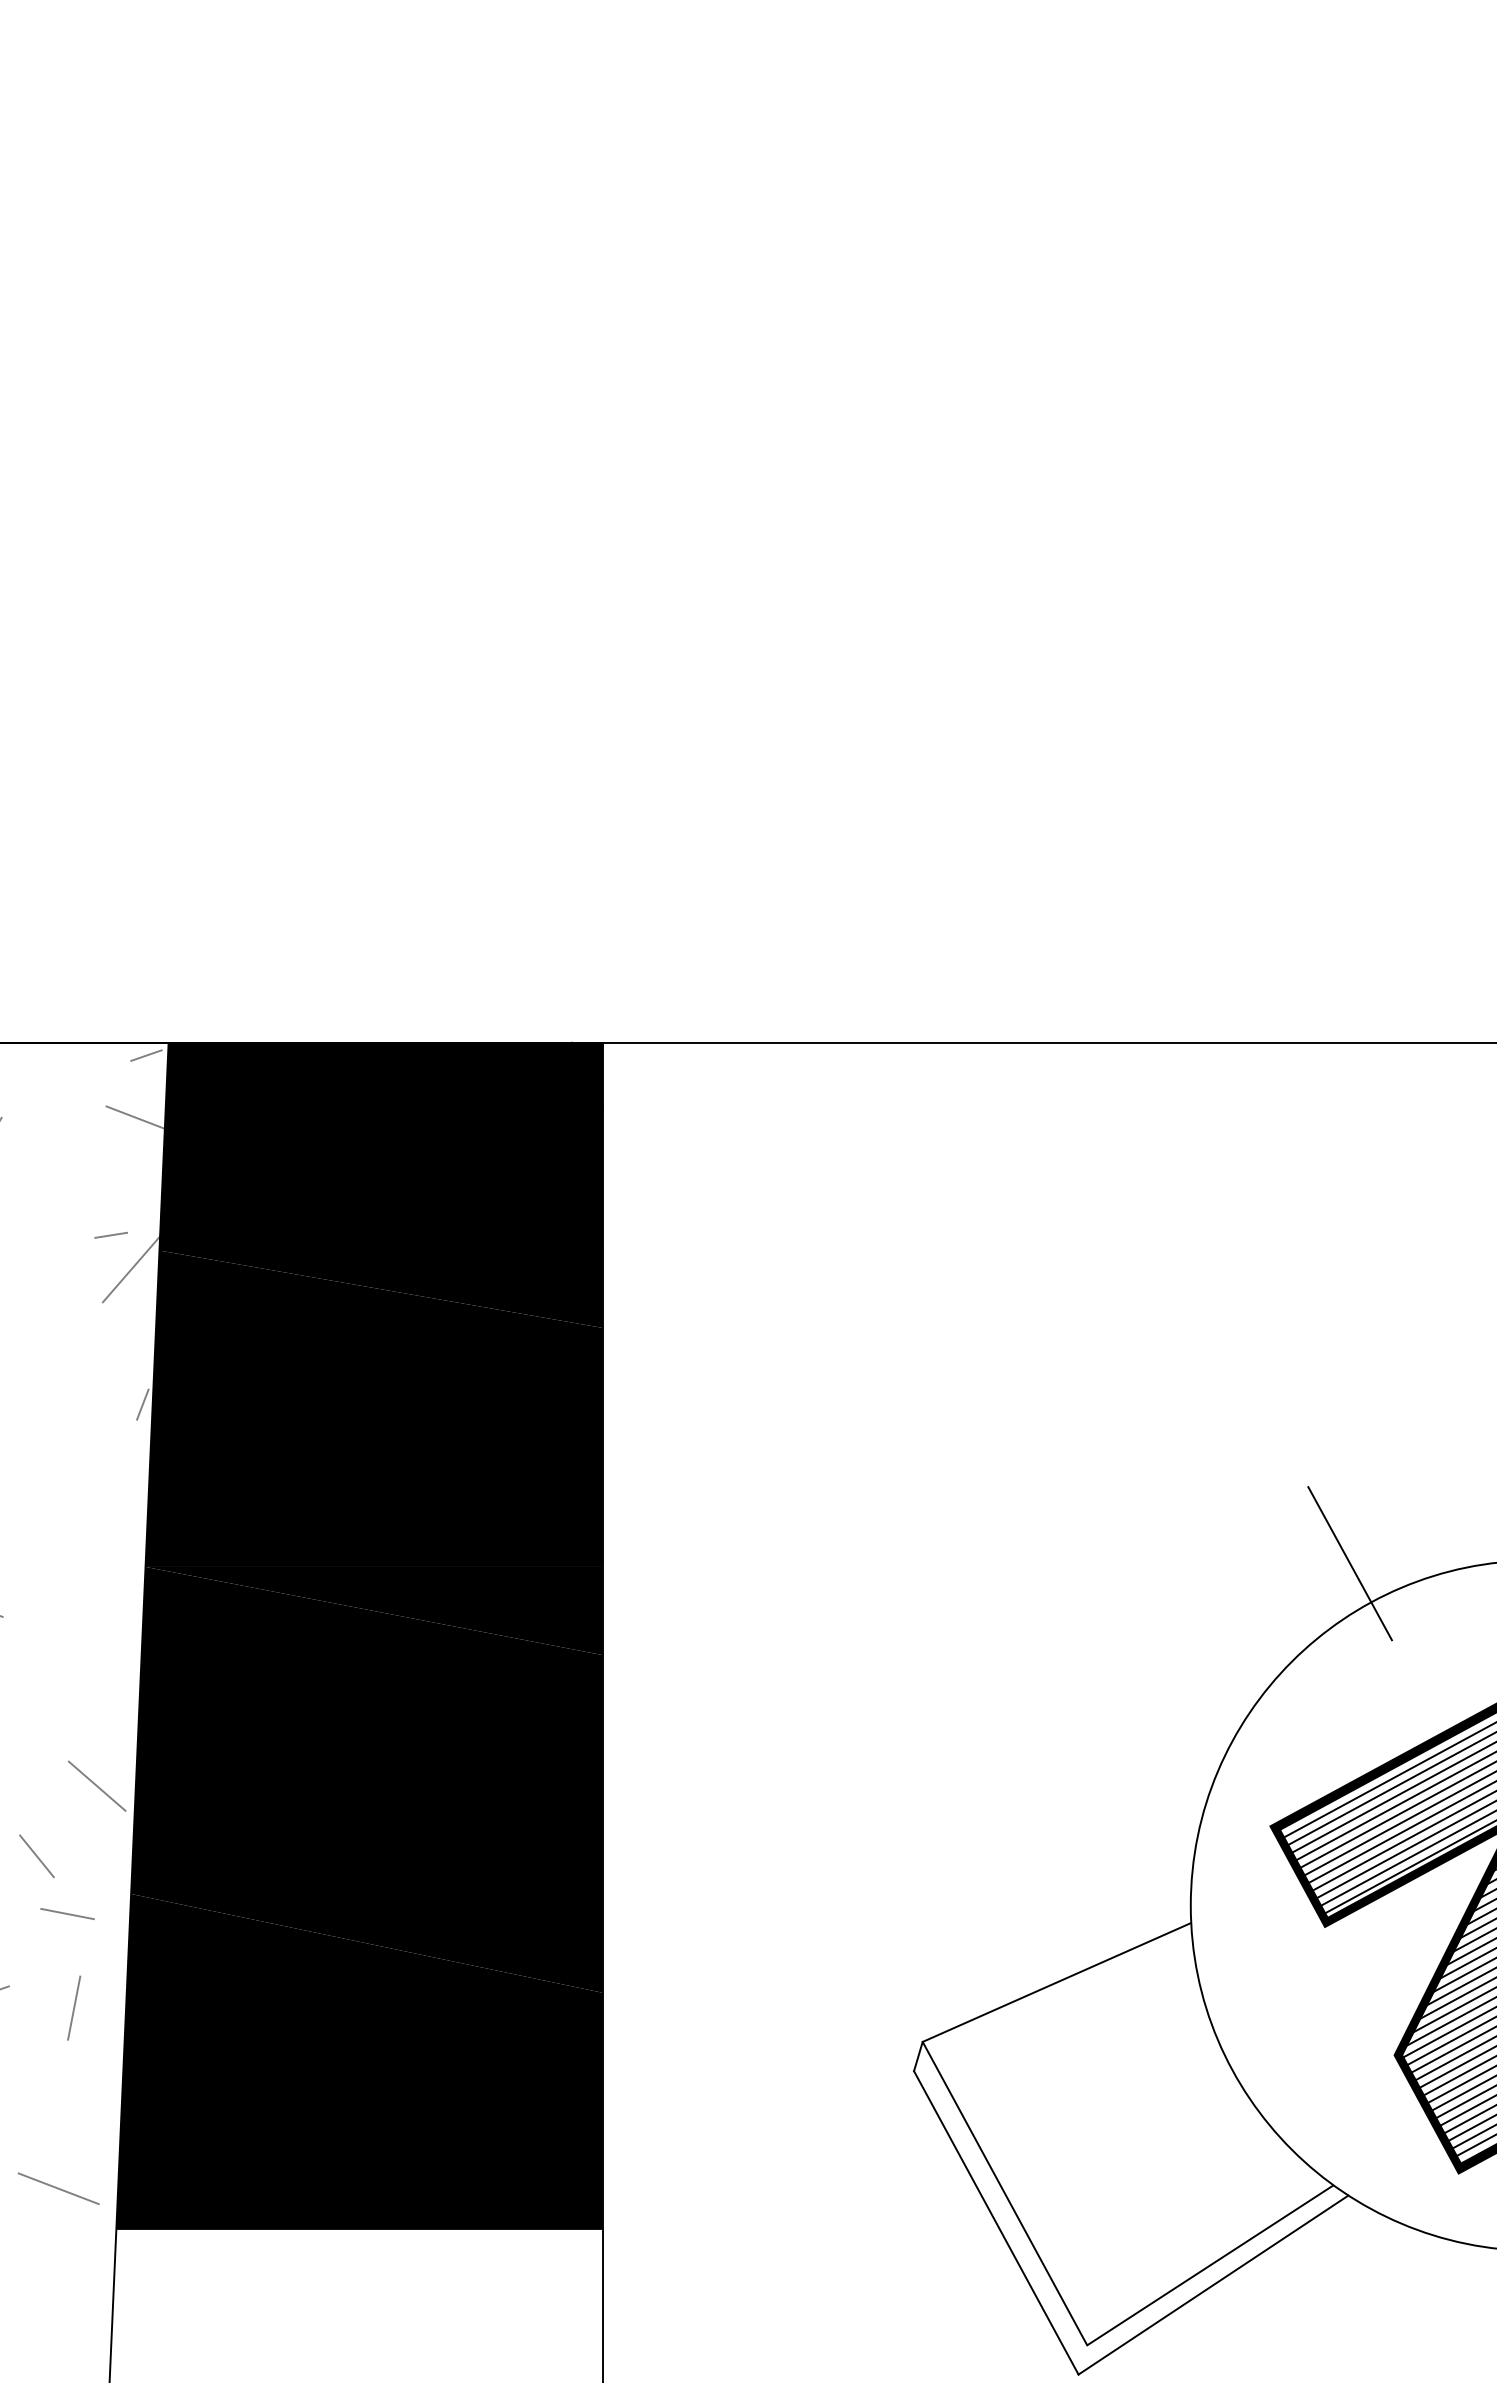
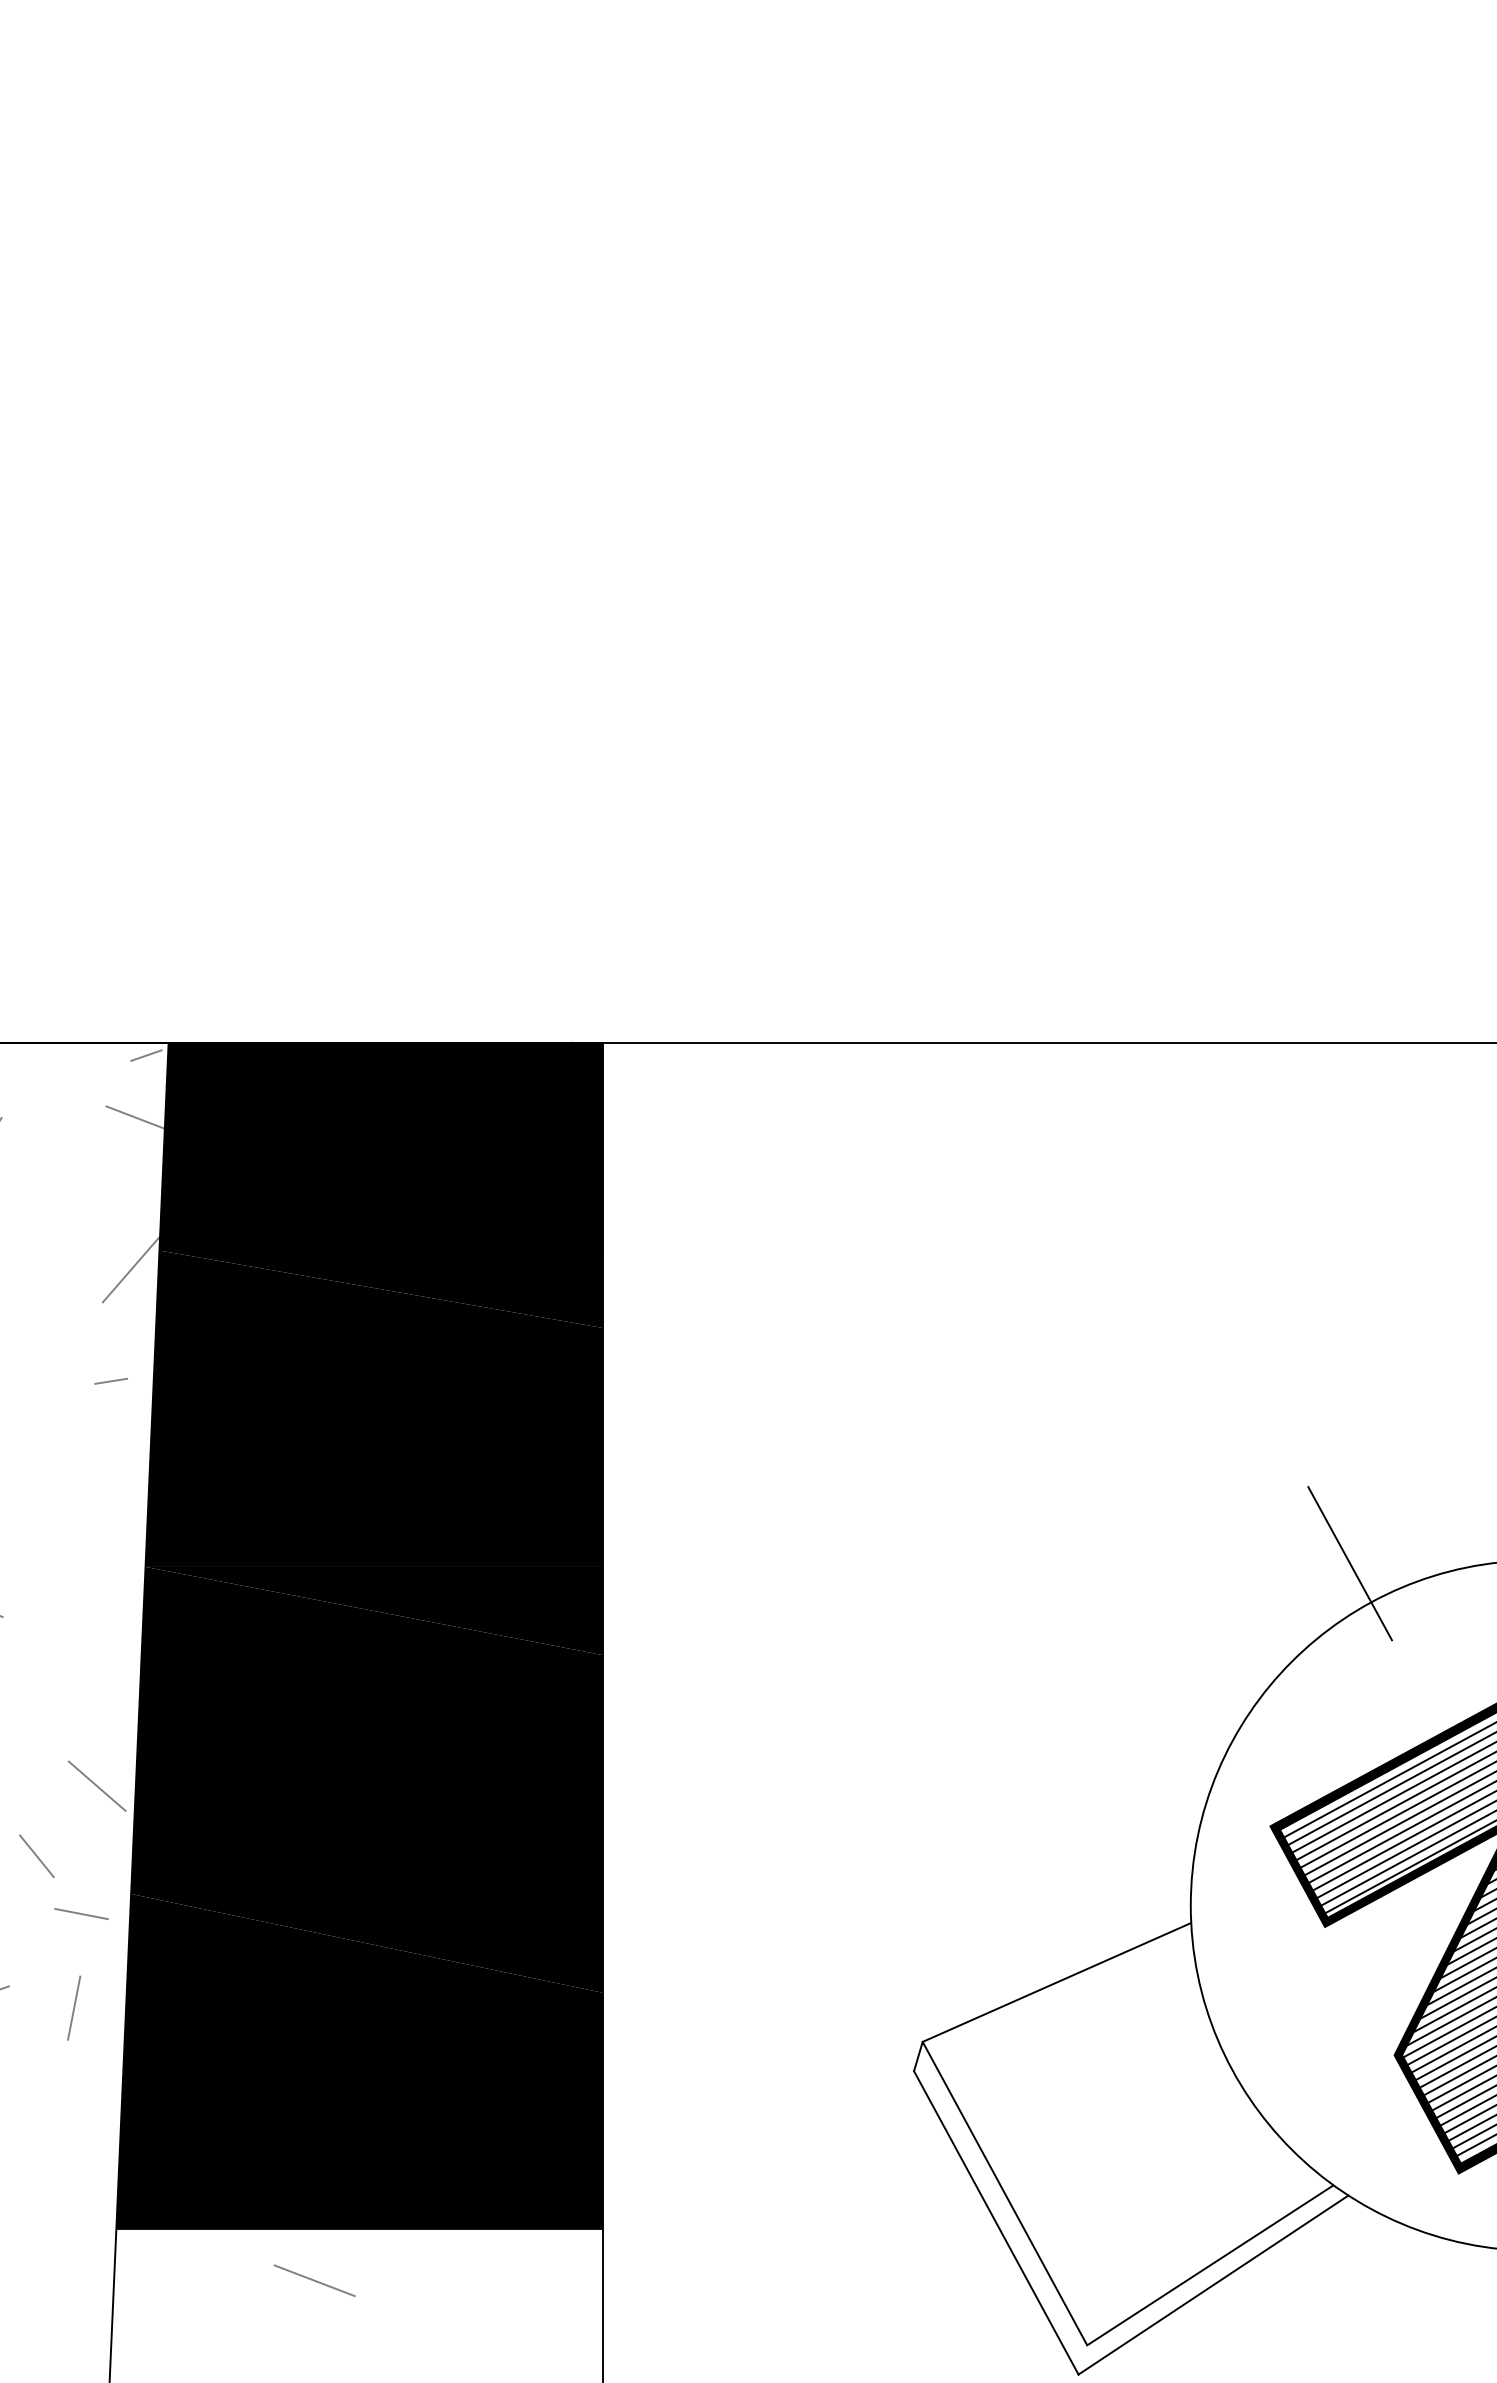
line at (110, 1235) position: (110, 1235) -> (110, 1381)
line at (142, 1404): present -> none
line at (67, 1913) position: (67, 1913) -> (81, 1913)
line at (58, 2188) position: (58, 2188) -> (314, 2280)
